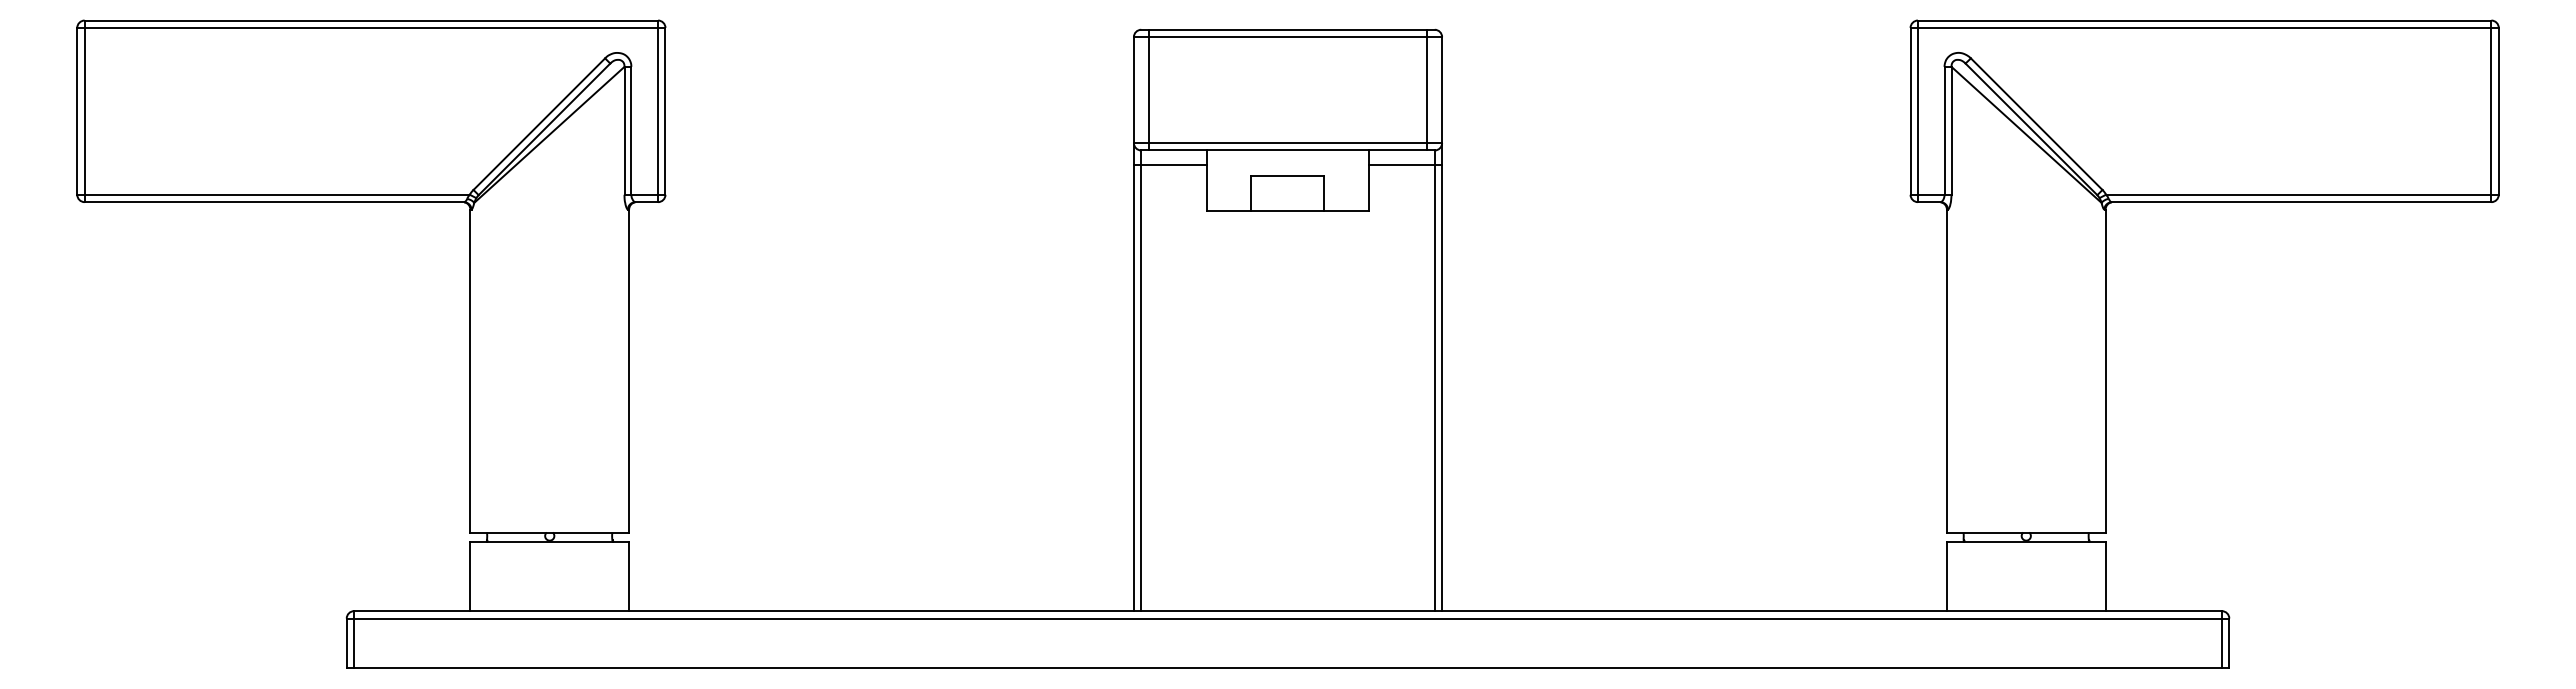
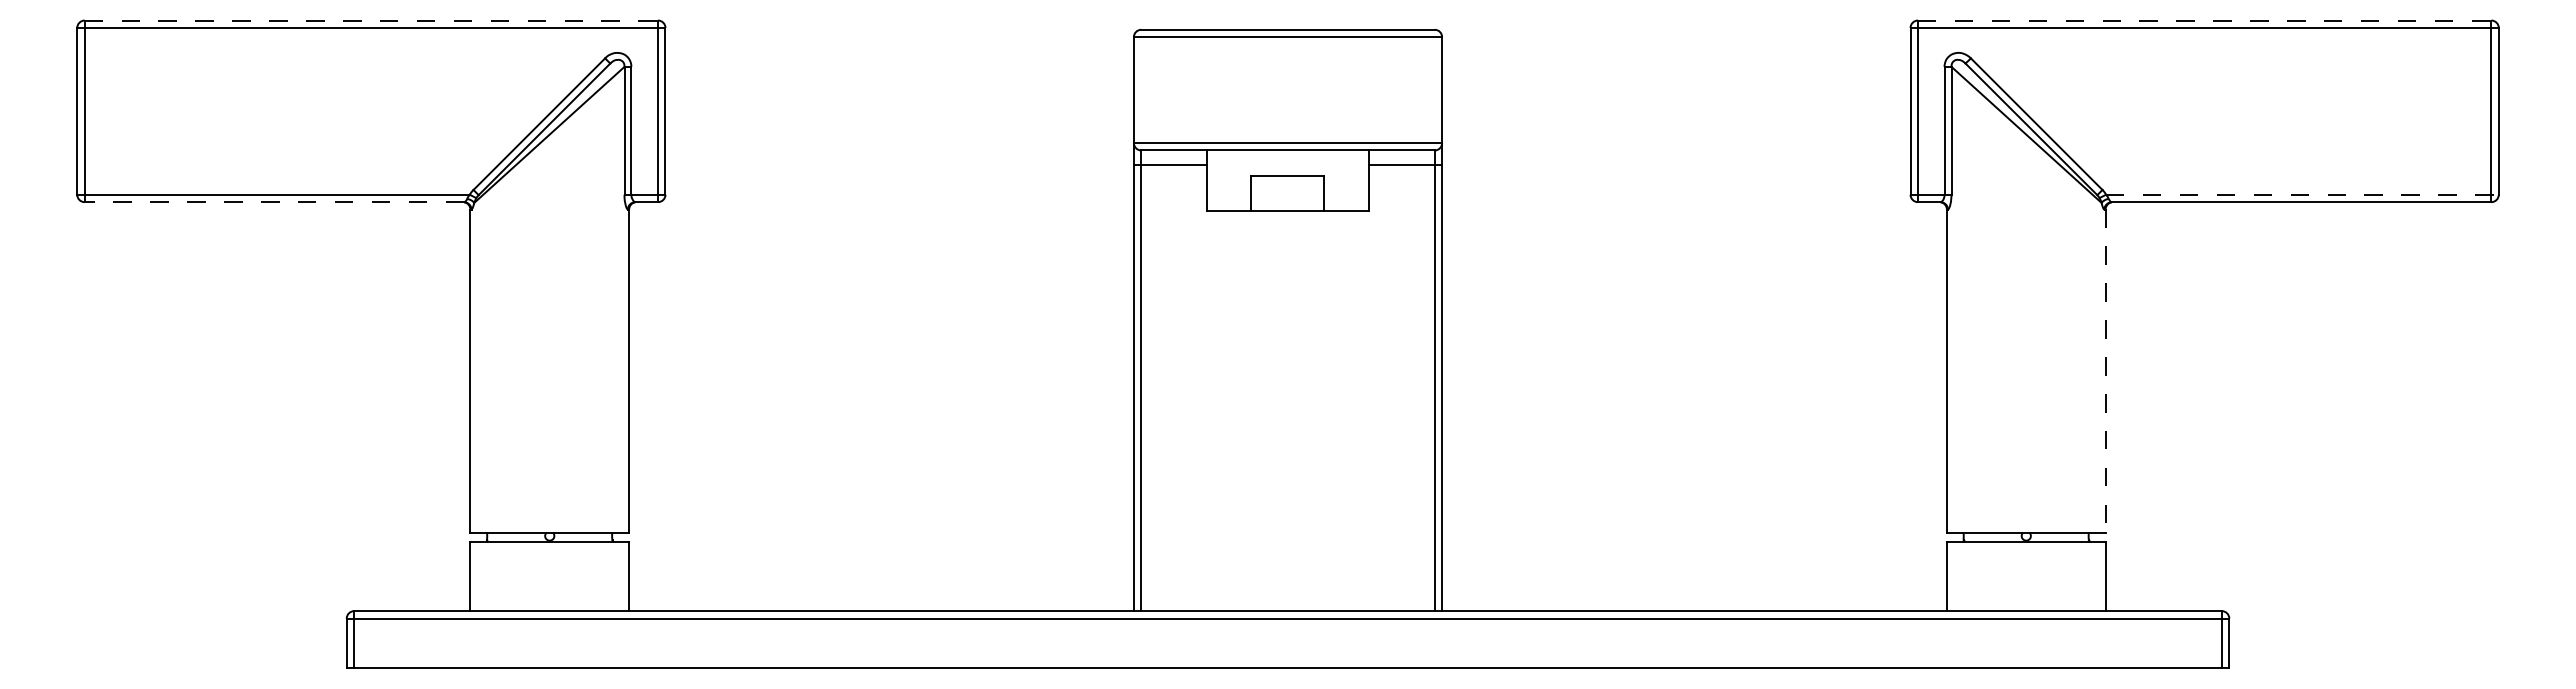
line at (371, 20): solid -> dashed
line at (2204, 20): solid -> dashed
line at (1148, 89): present -> none
line at (1427, 89): present -> none
line at (2302, 194): solid -> dashed
line at (274, 202): solid -> dashed
line at (2105, 371): solid -> dashed
